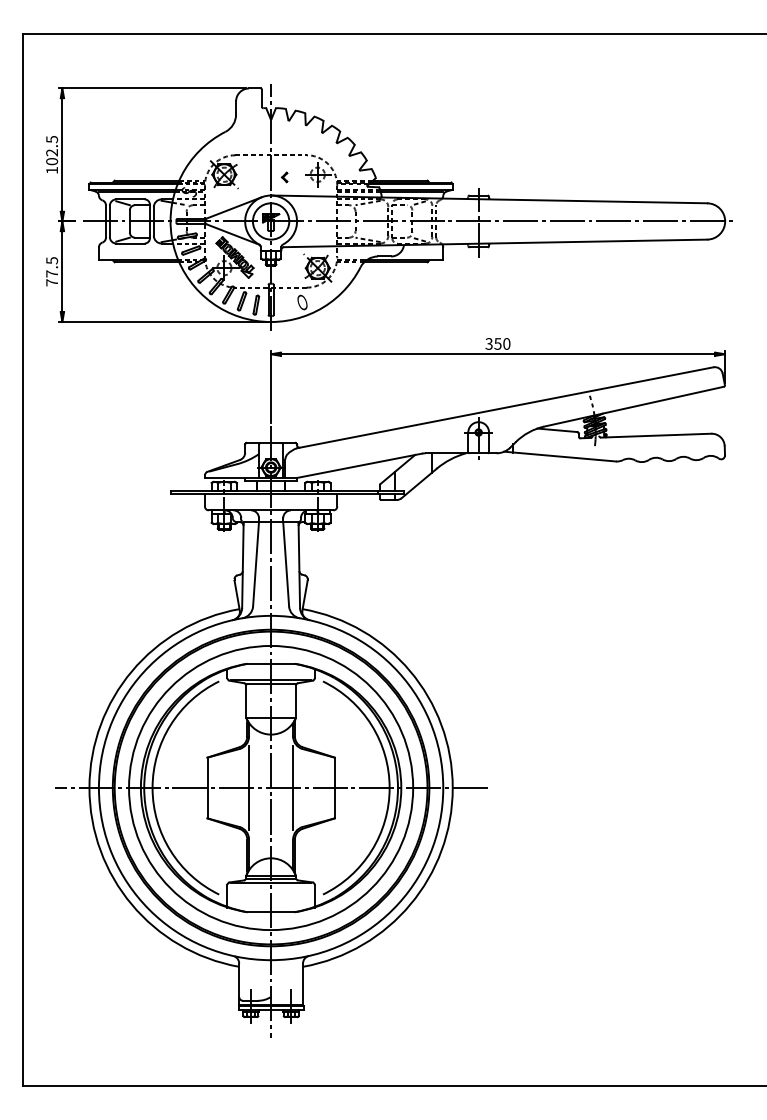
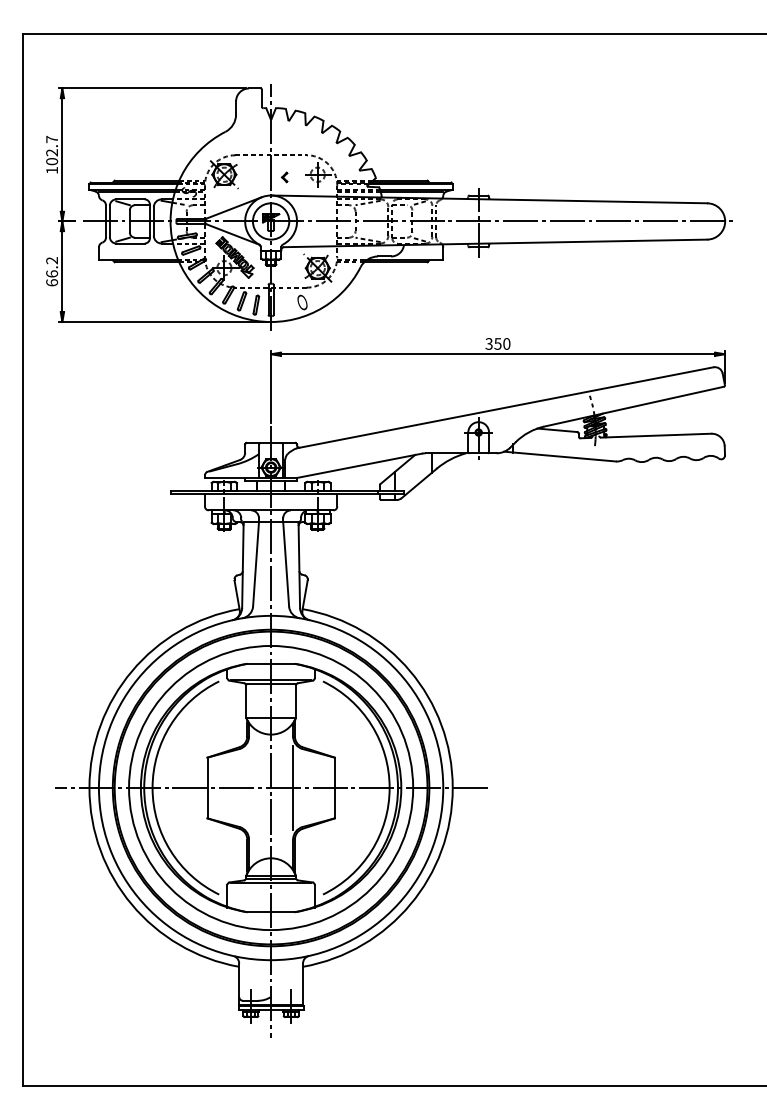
text at (52, 139): 102.5 -> 102.7
text at (52, 271): 77.5 -> 66.2
line at (249, 787): present -> none
